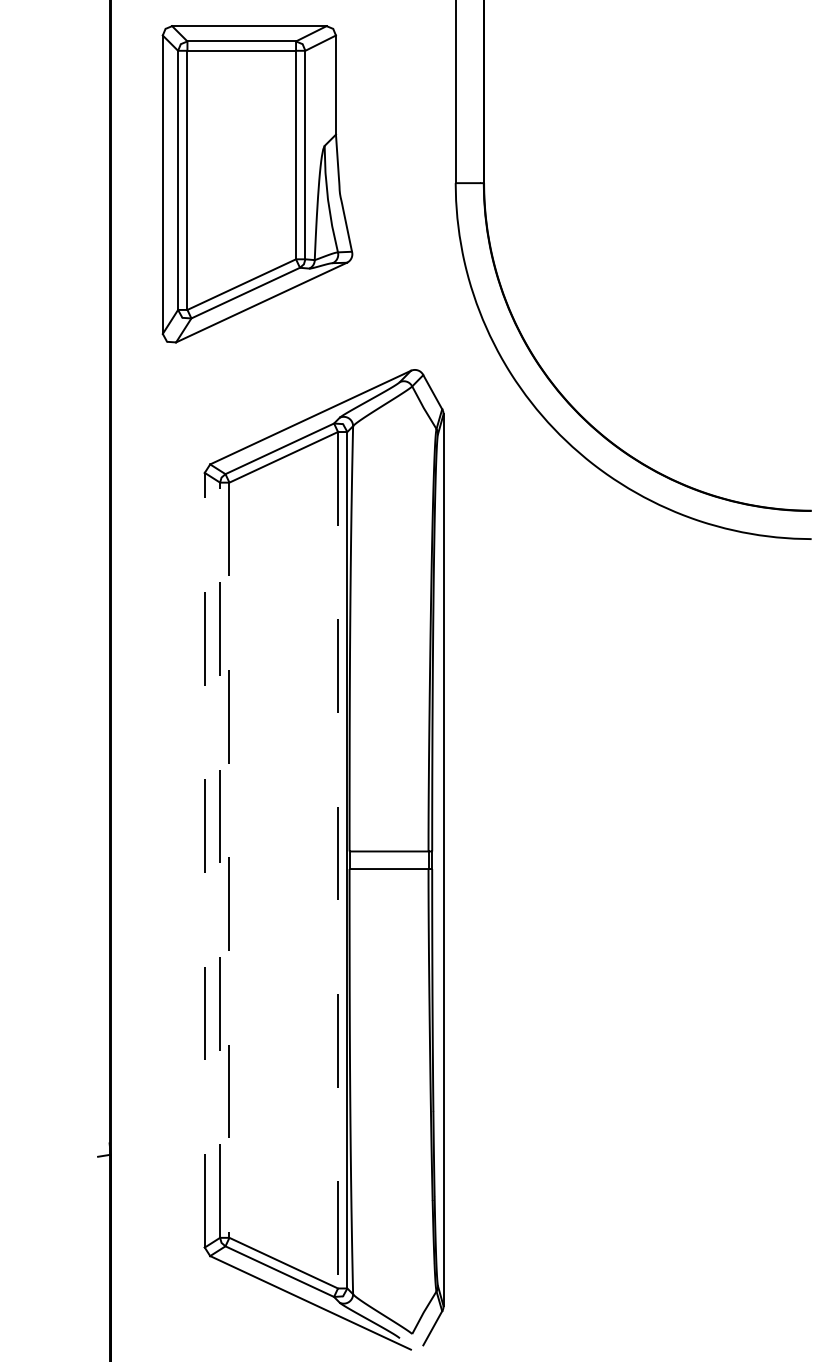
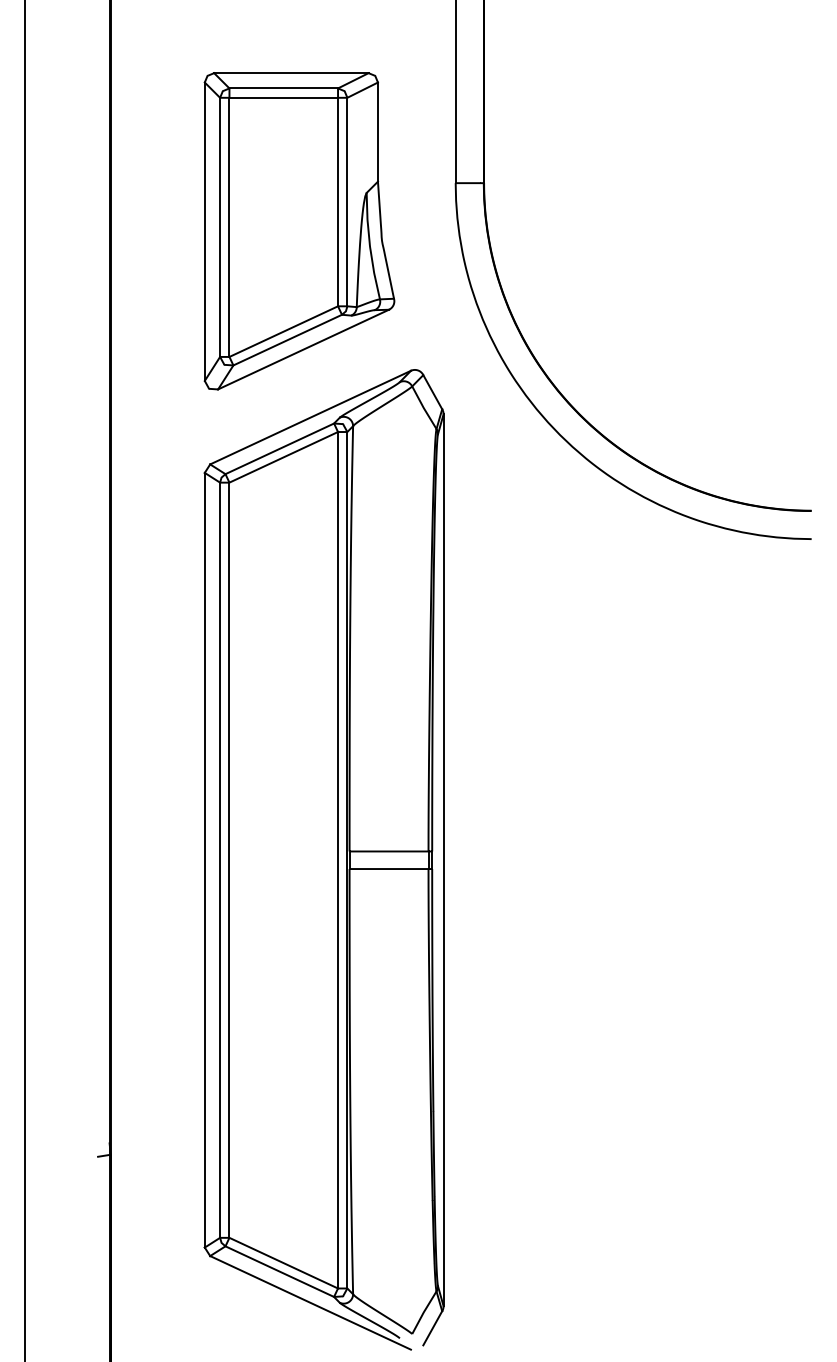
part at (257, 184) position: (257, 184) -> (299, 231)
line at (25, 680): none -> present
line at (204, 859): dashed -> solid
line at (220, 860): dashed -> solid
line at (229, 860): dashed -> solid
line at (338, 860): dashed -> solid
